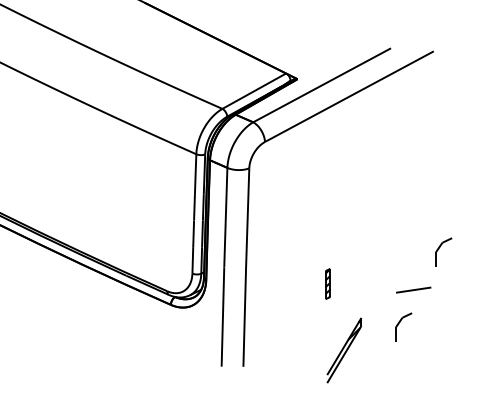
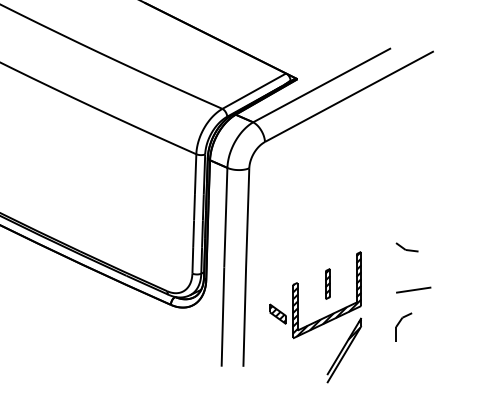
part at (406, 247): none -> present
part at (443, 251): present -> none
part at (298, 295): none -> present
